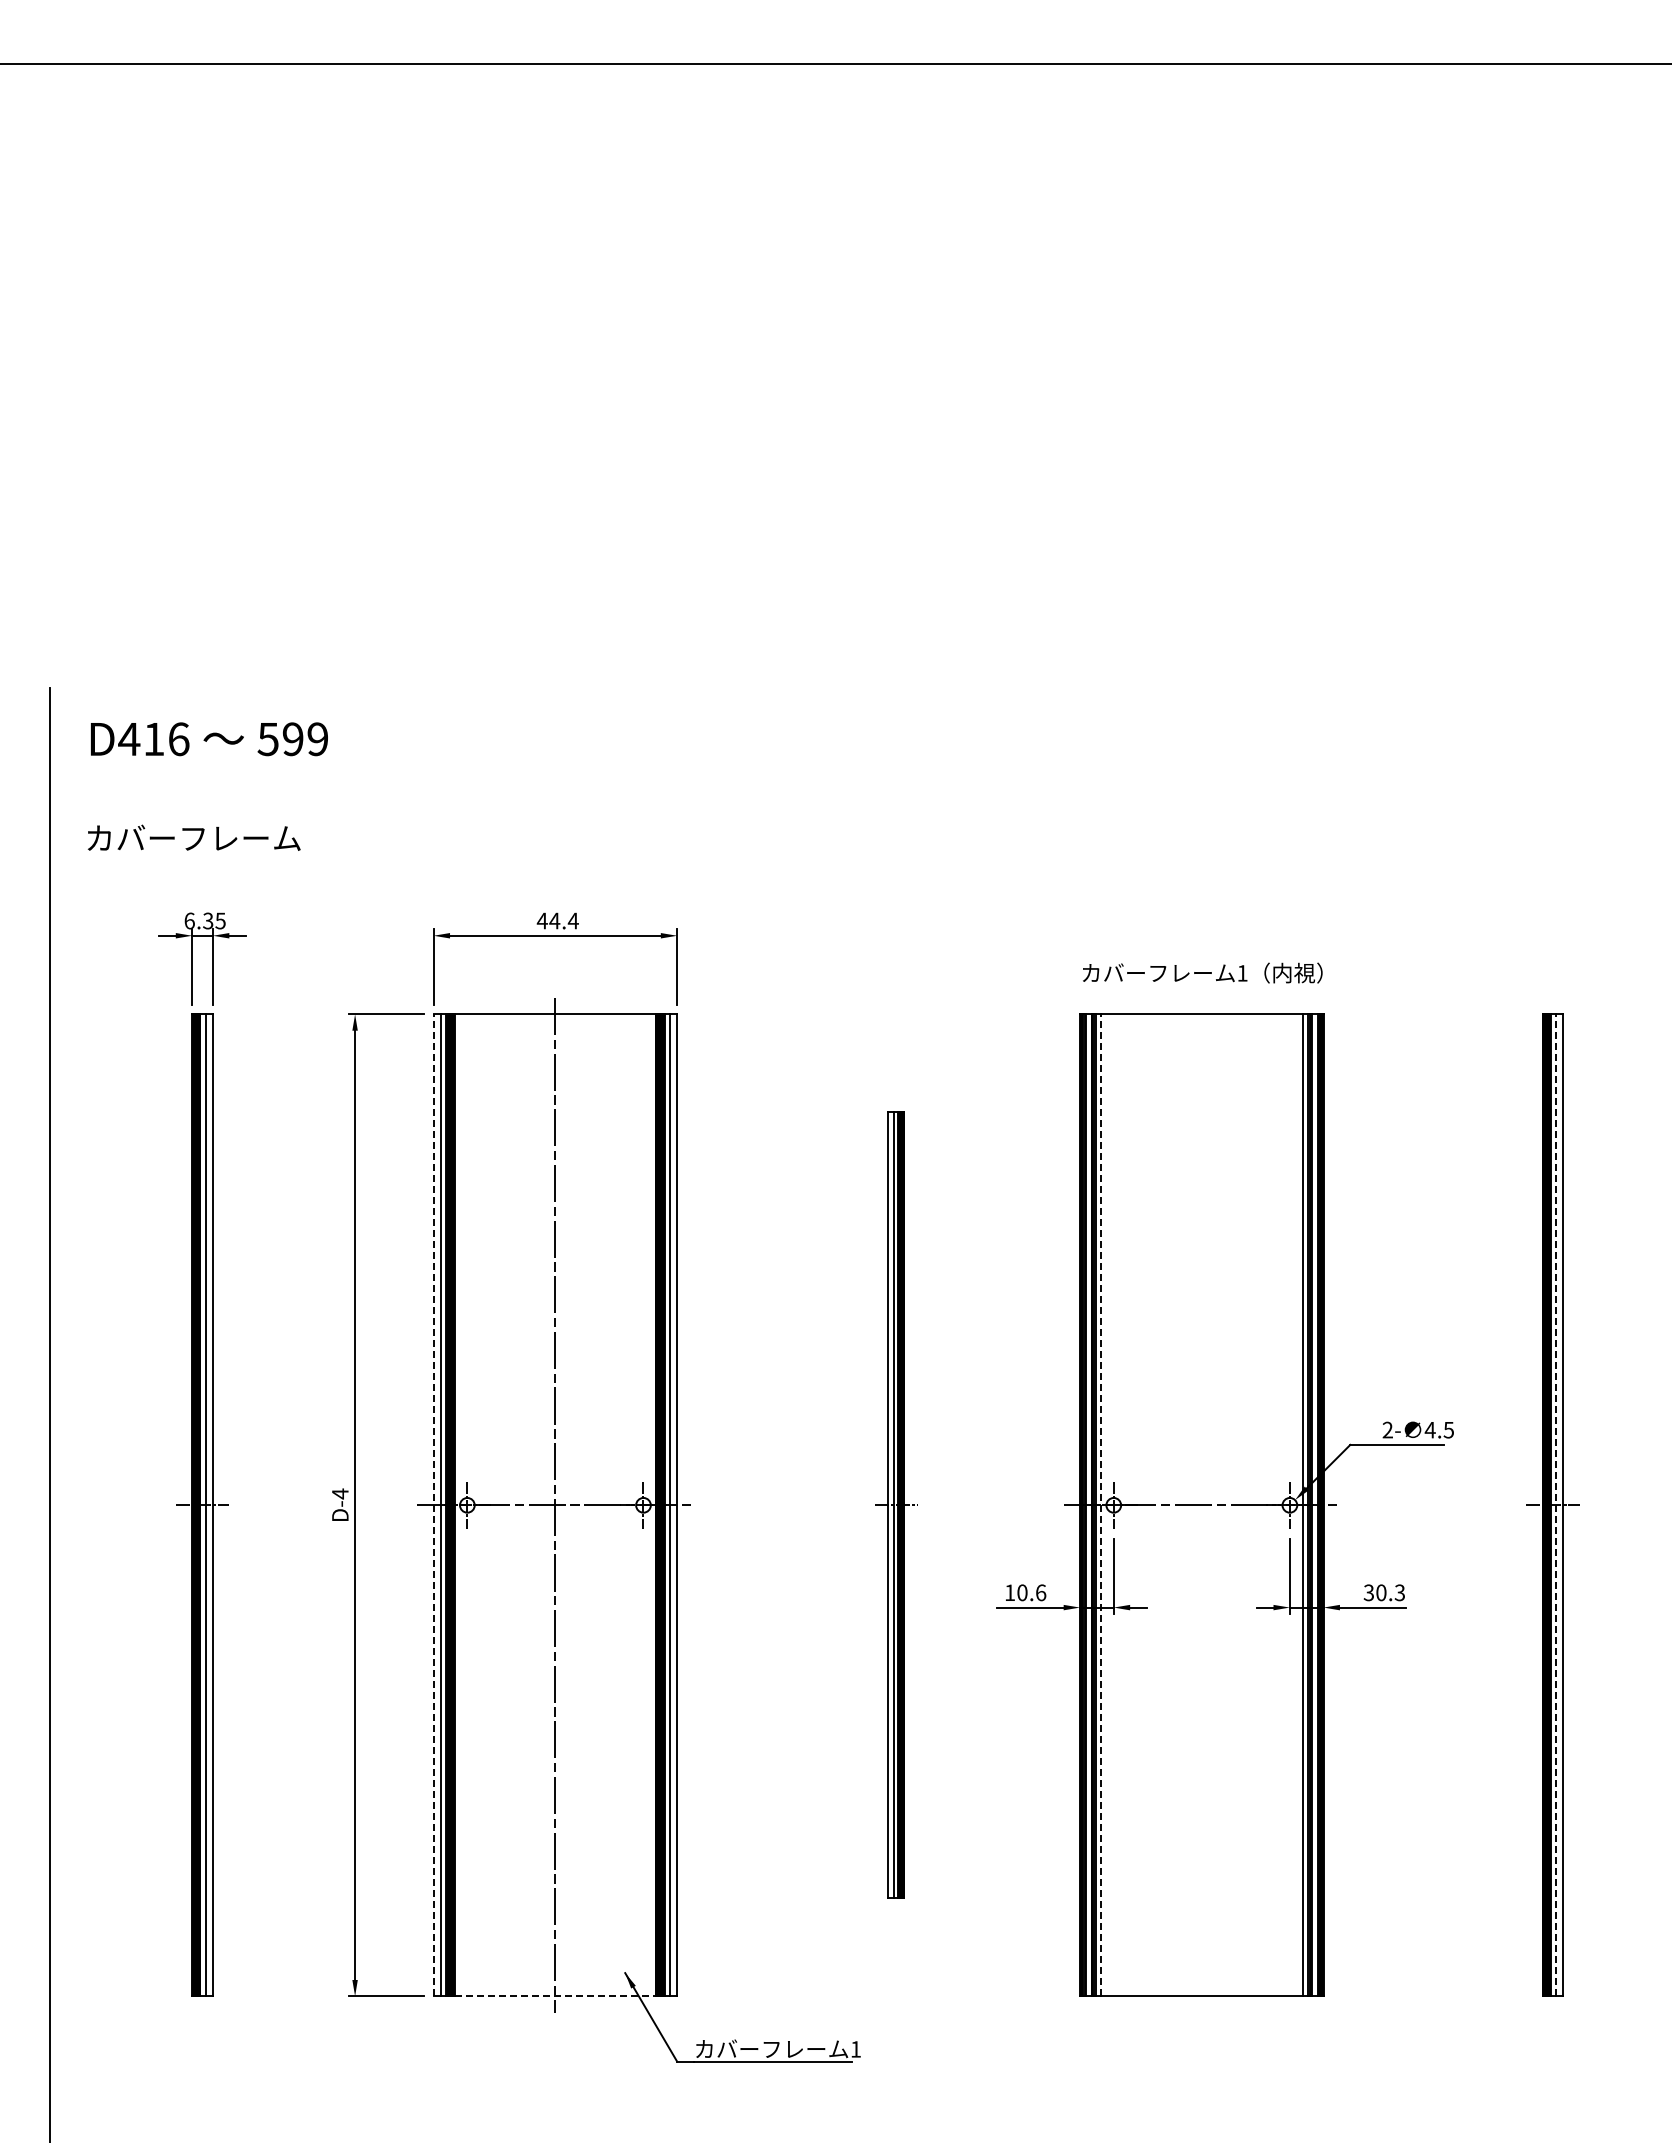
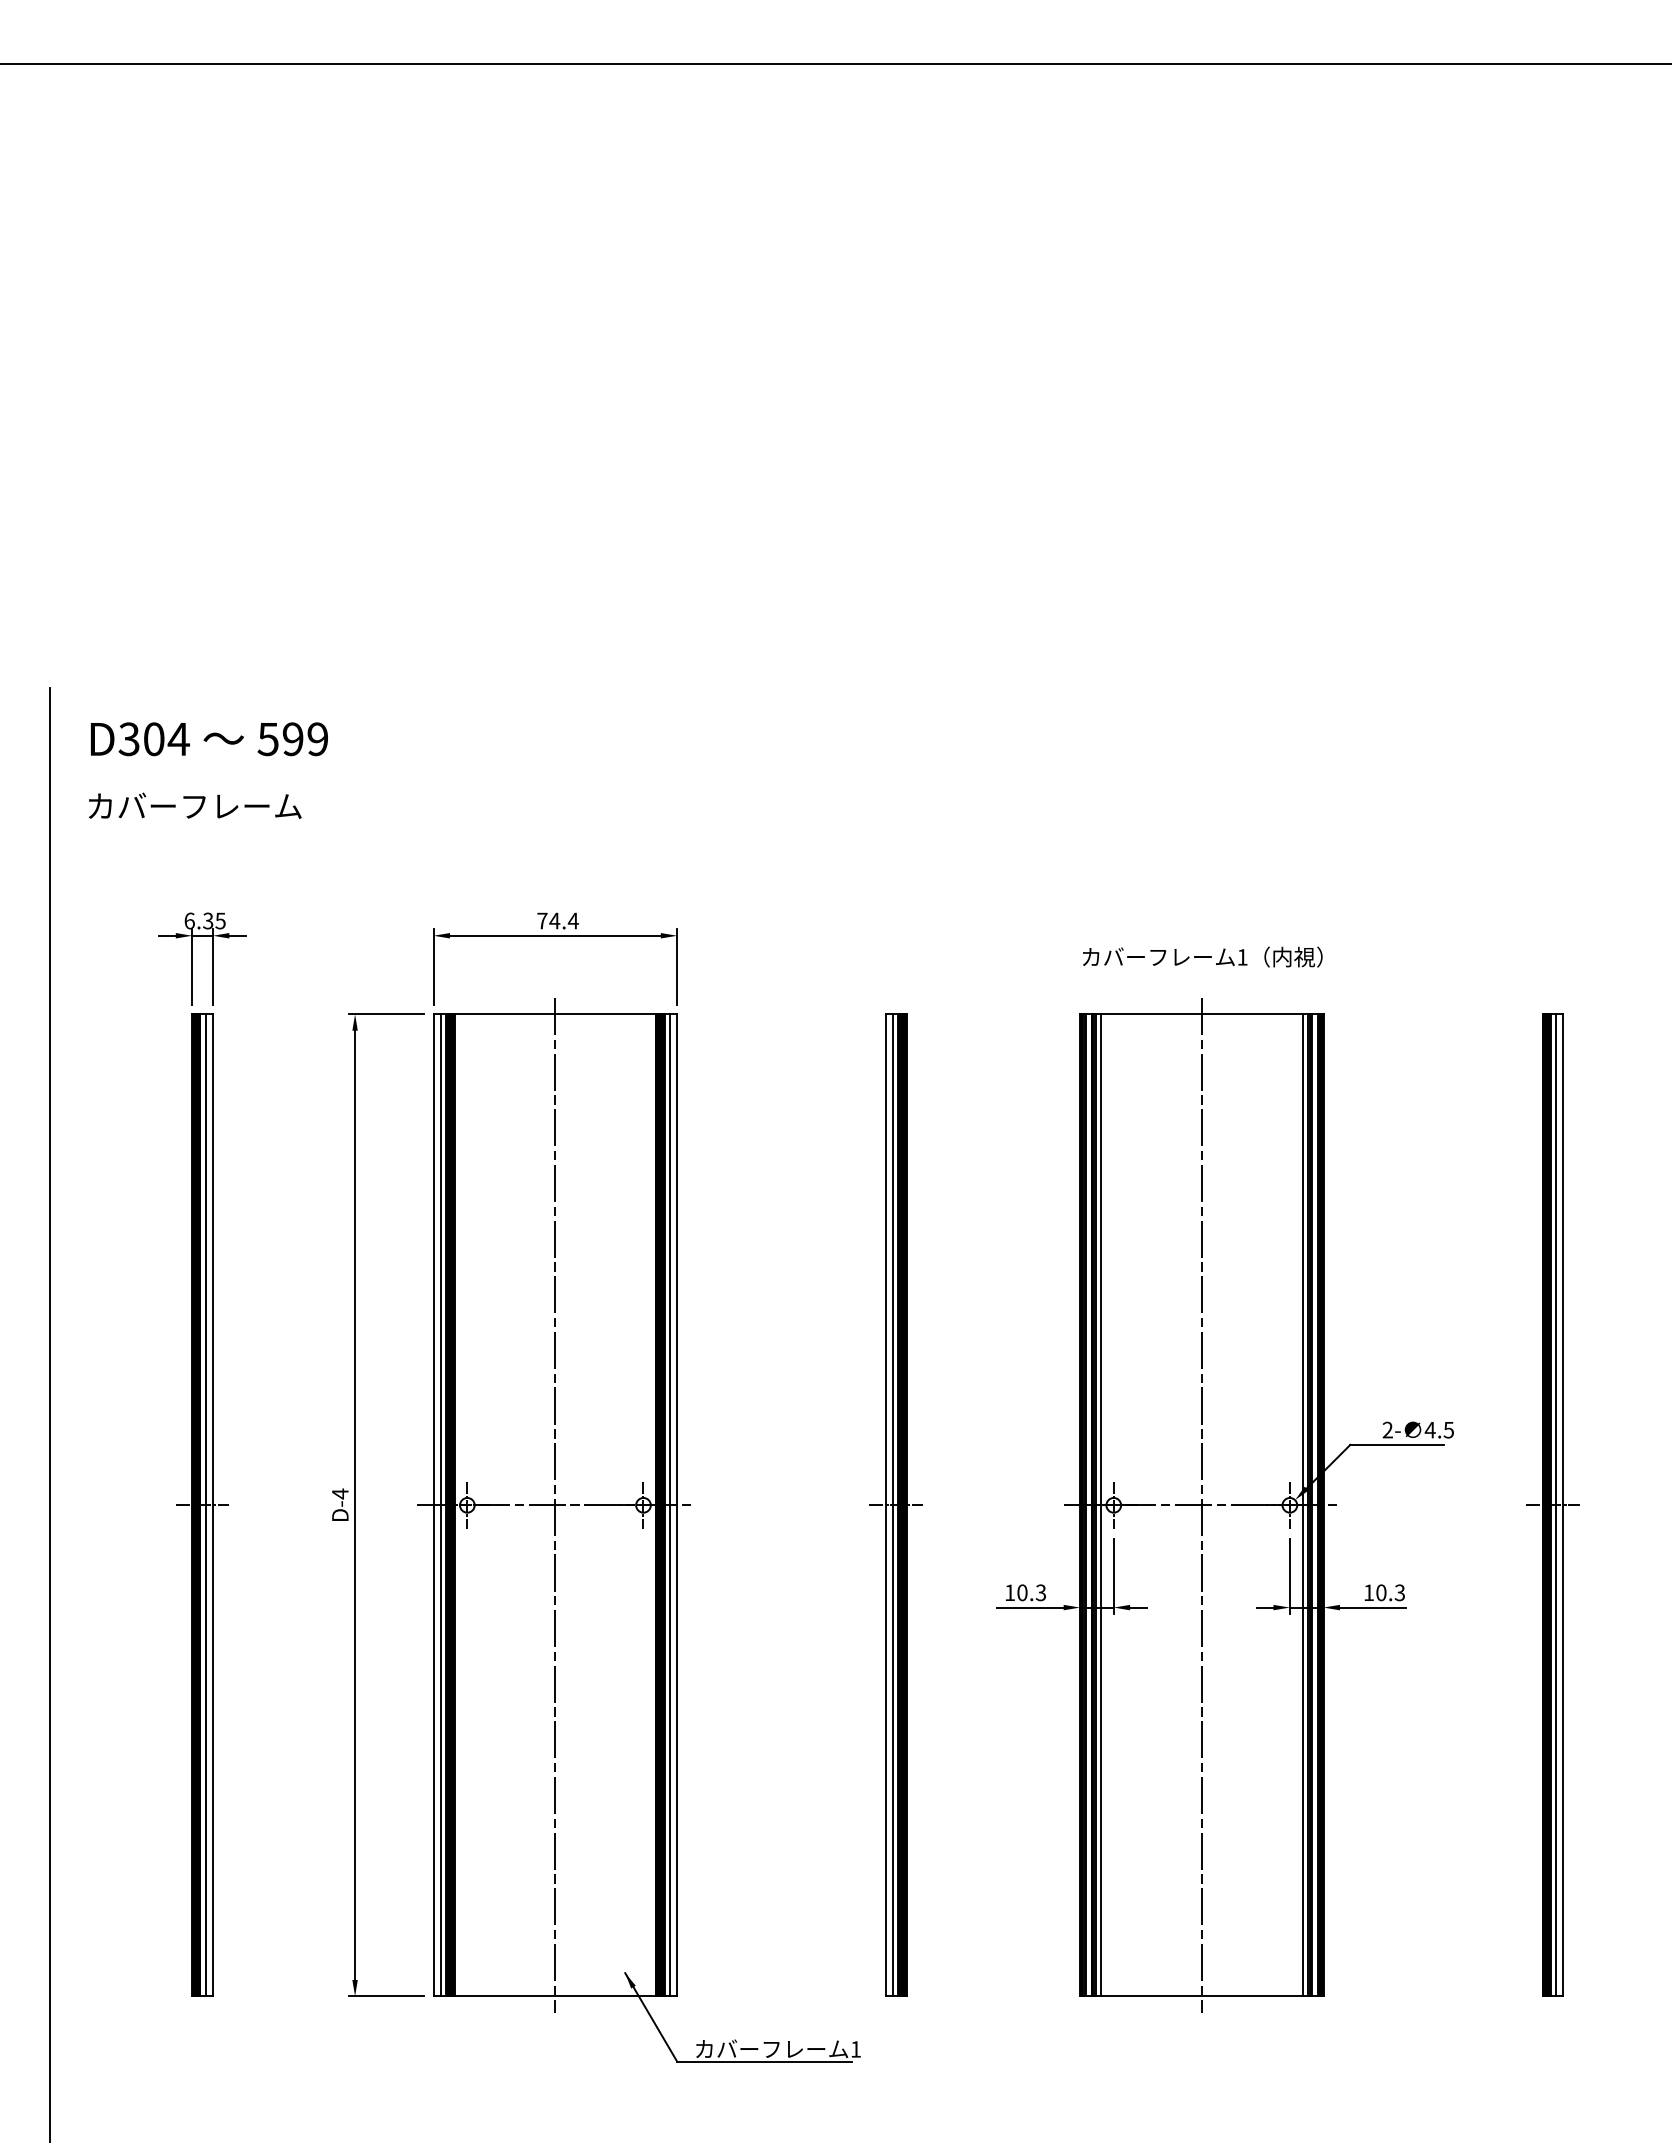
text at (153, 739): D416 -> D304
text at (193, 837) position: (193, 837) -> (194, 805)
text at (541, 920): 44.4 -> 74.4
text at (1202, 972) position: (1202, 972) -> (1202, 956)
line at (433, 1504): dashed -> solid
part at (896, 1504) size: 43x788 px -> 54x984 px
line at (1100, 1504): dashed -> solid
line at (1201, 1504): none -> present
line at (1556, 1504): dashed -> solid
text at (1040, 1592): 10.6 -> 10.3
text at (1368, 1592): 30.3 -> 10.3
line at (555, 1996): dashed -> solid
